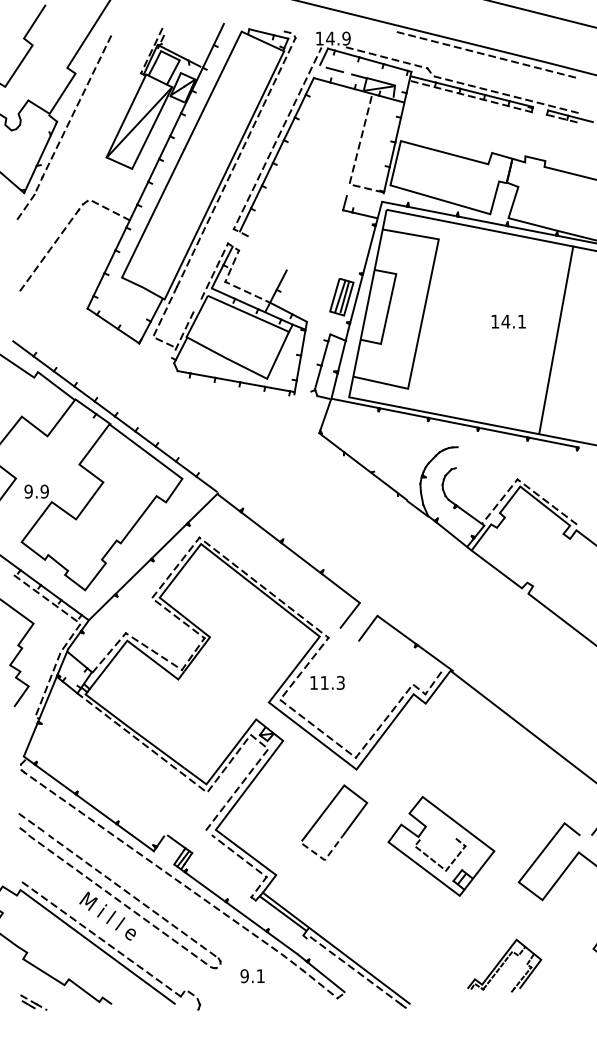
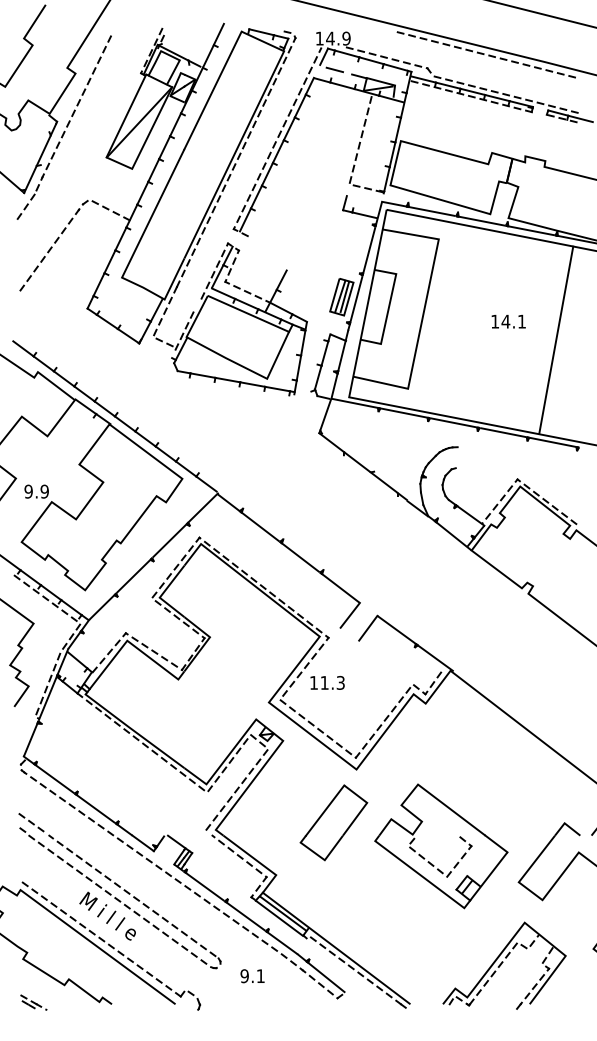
part at (441, 845) size: 109x102 px -> 135x127 px
line at (321, 857): dashed -> solid
line at (279, 917): none -> present
part at (504, 965) size: 76x55 px -> 125x89 px
